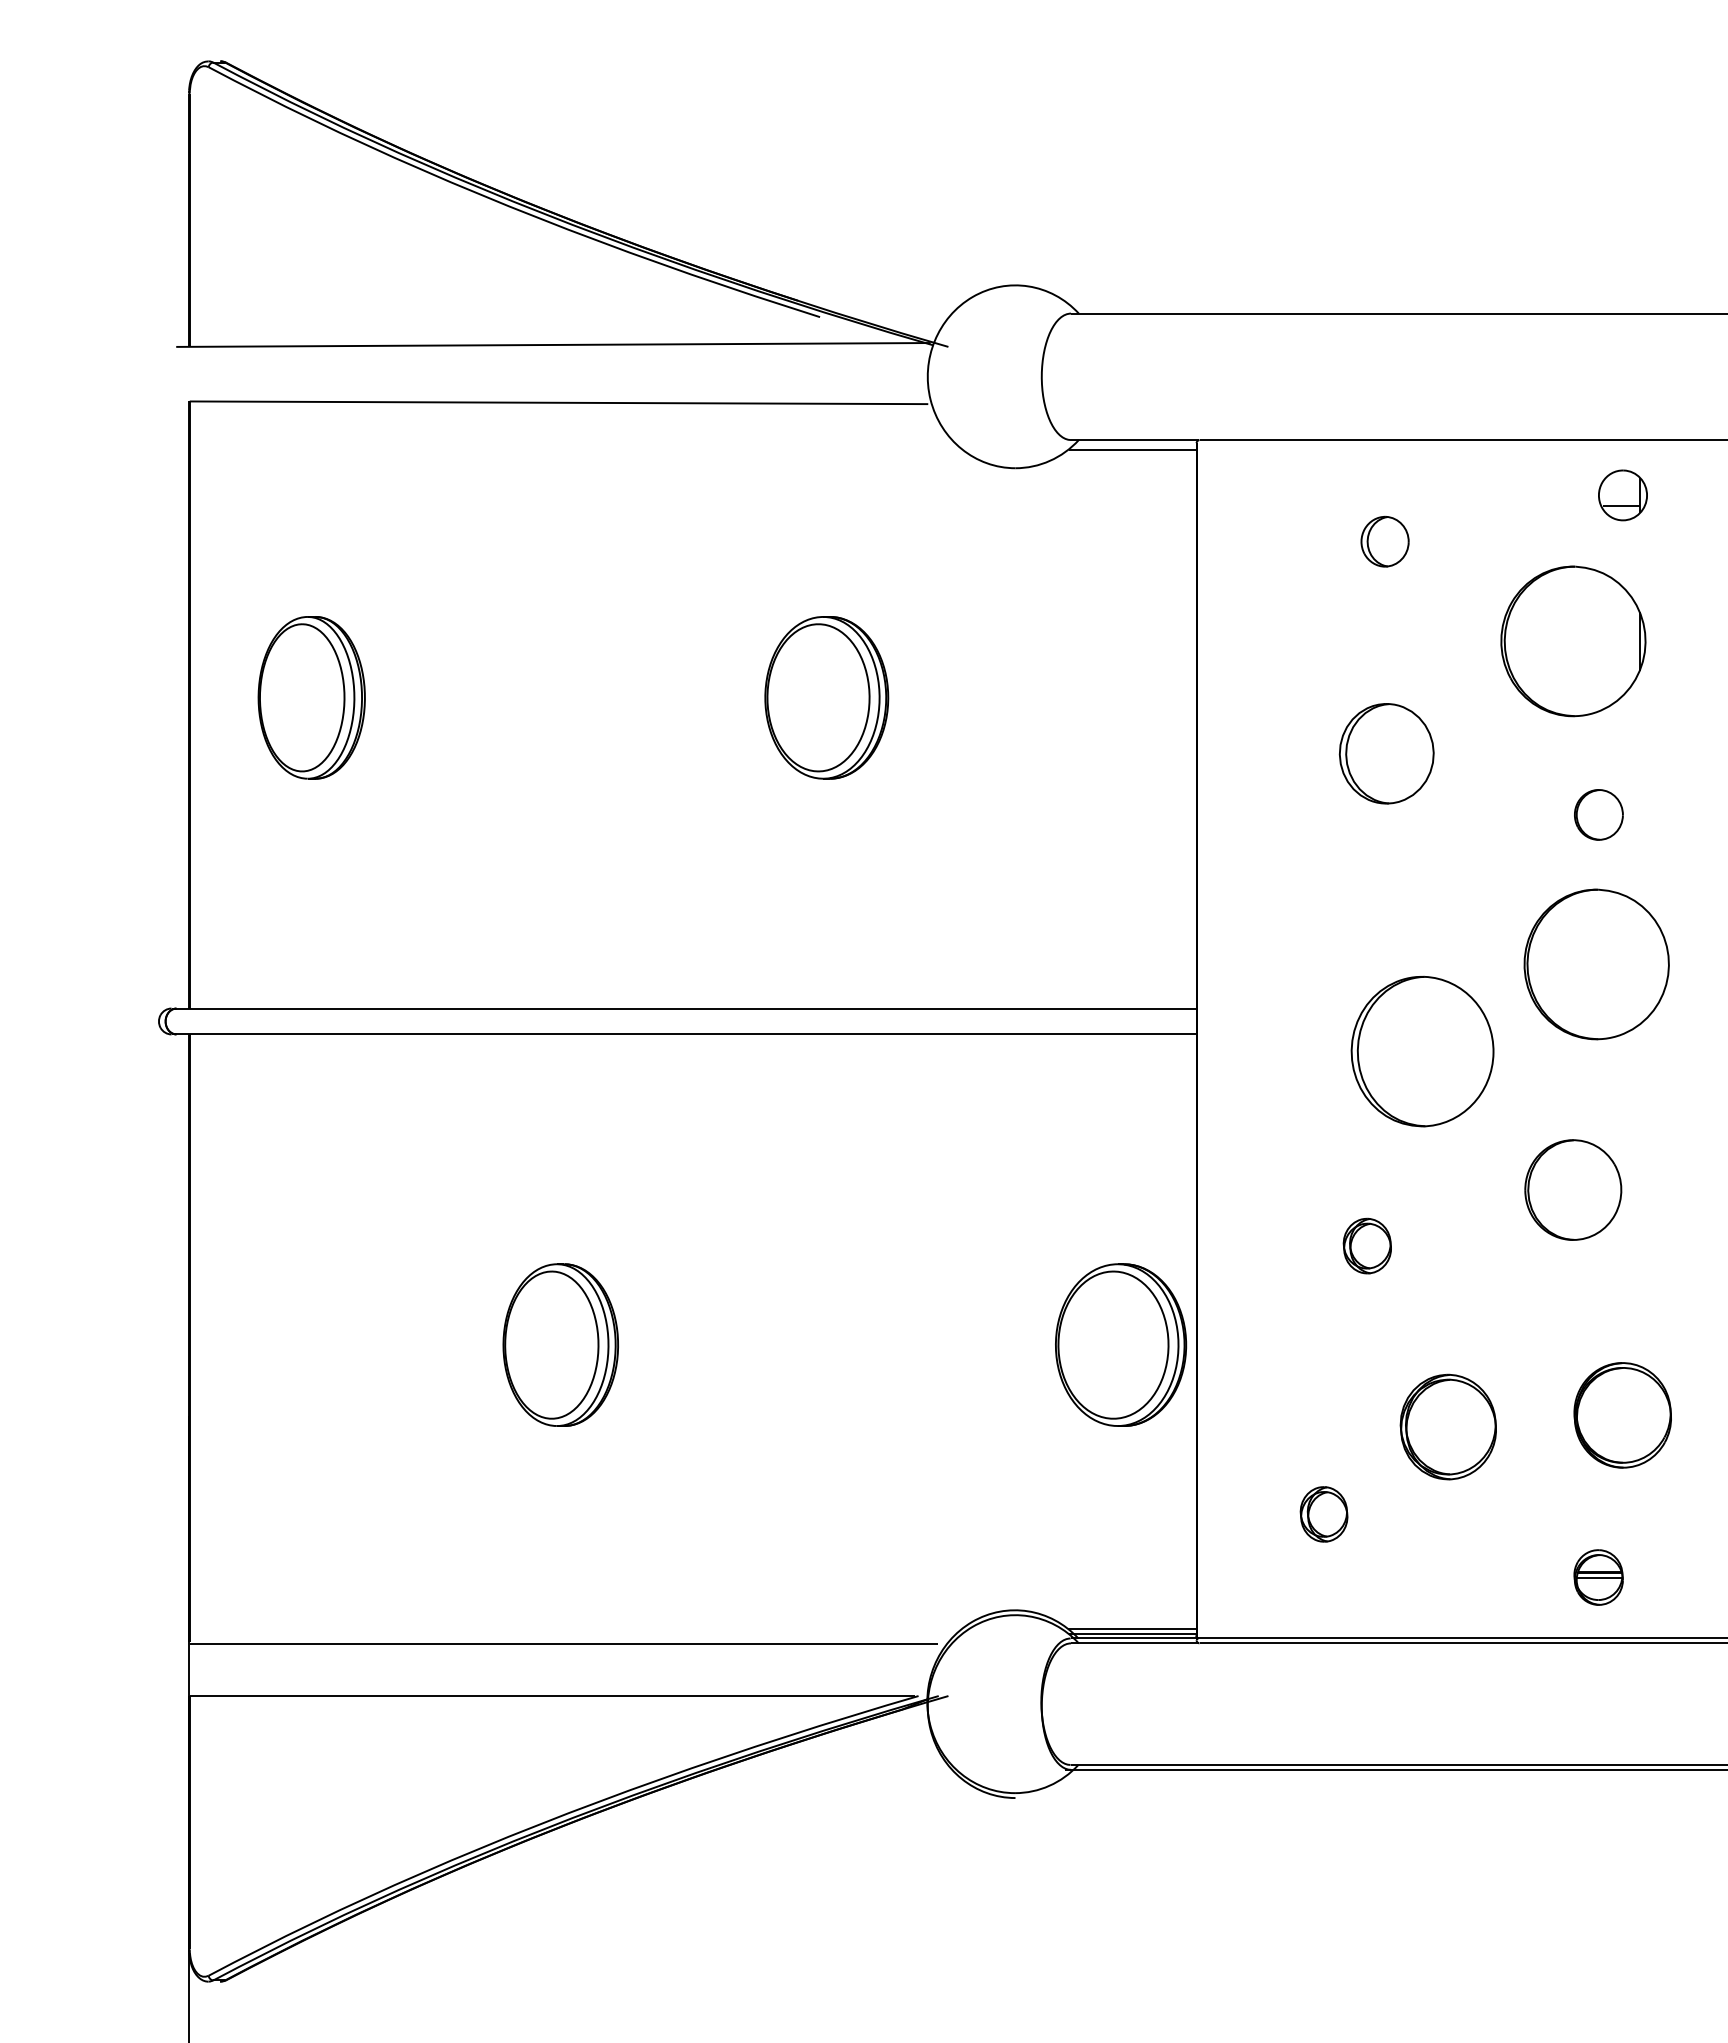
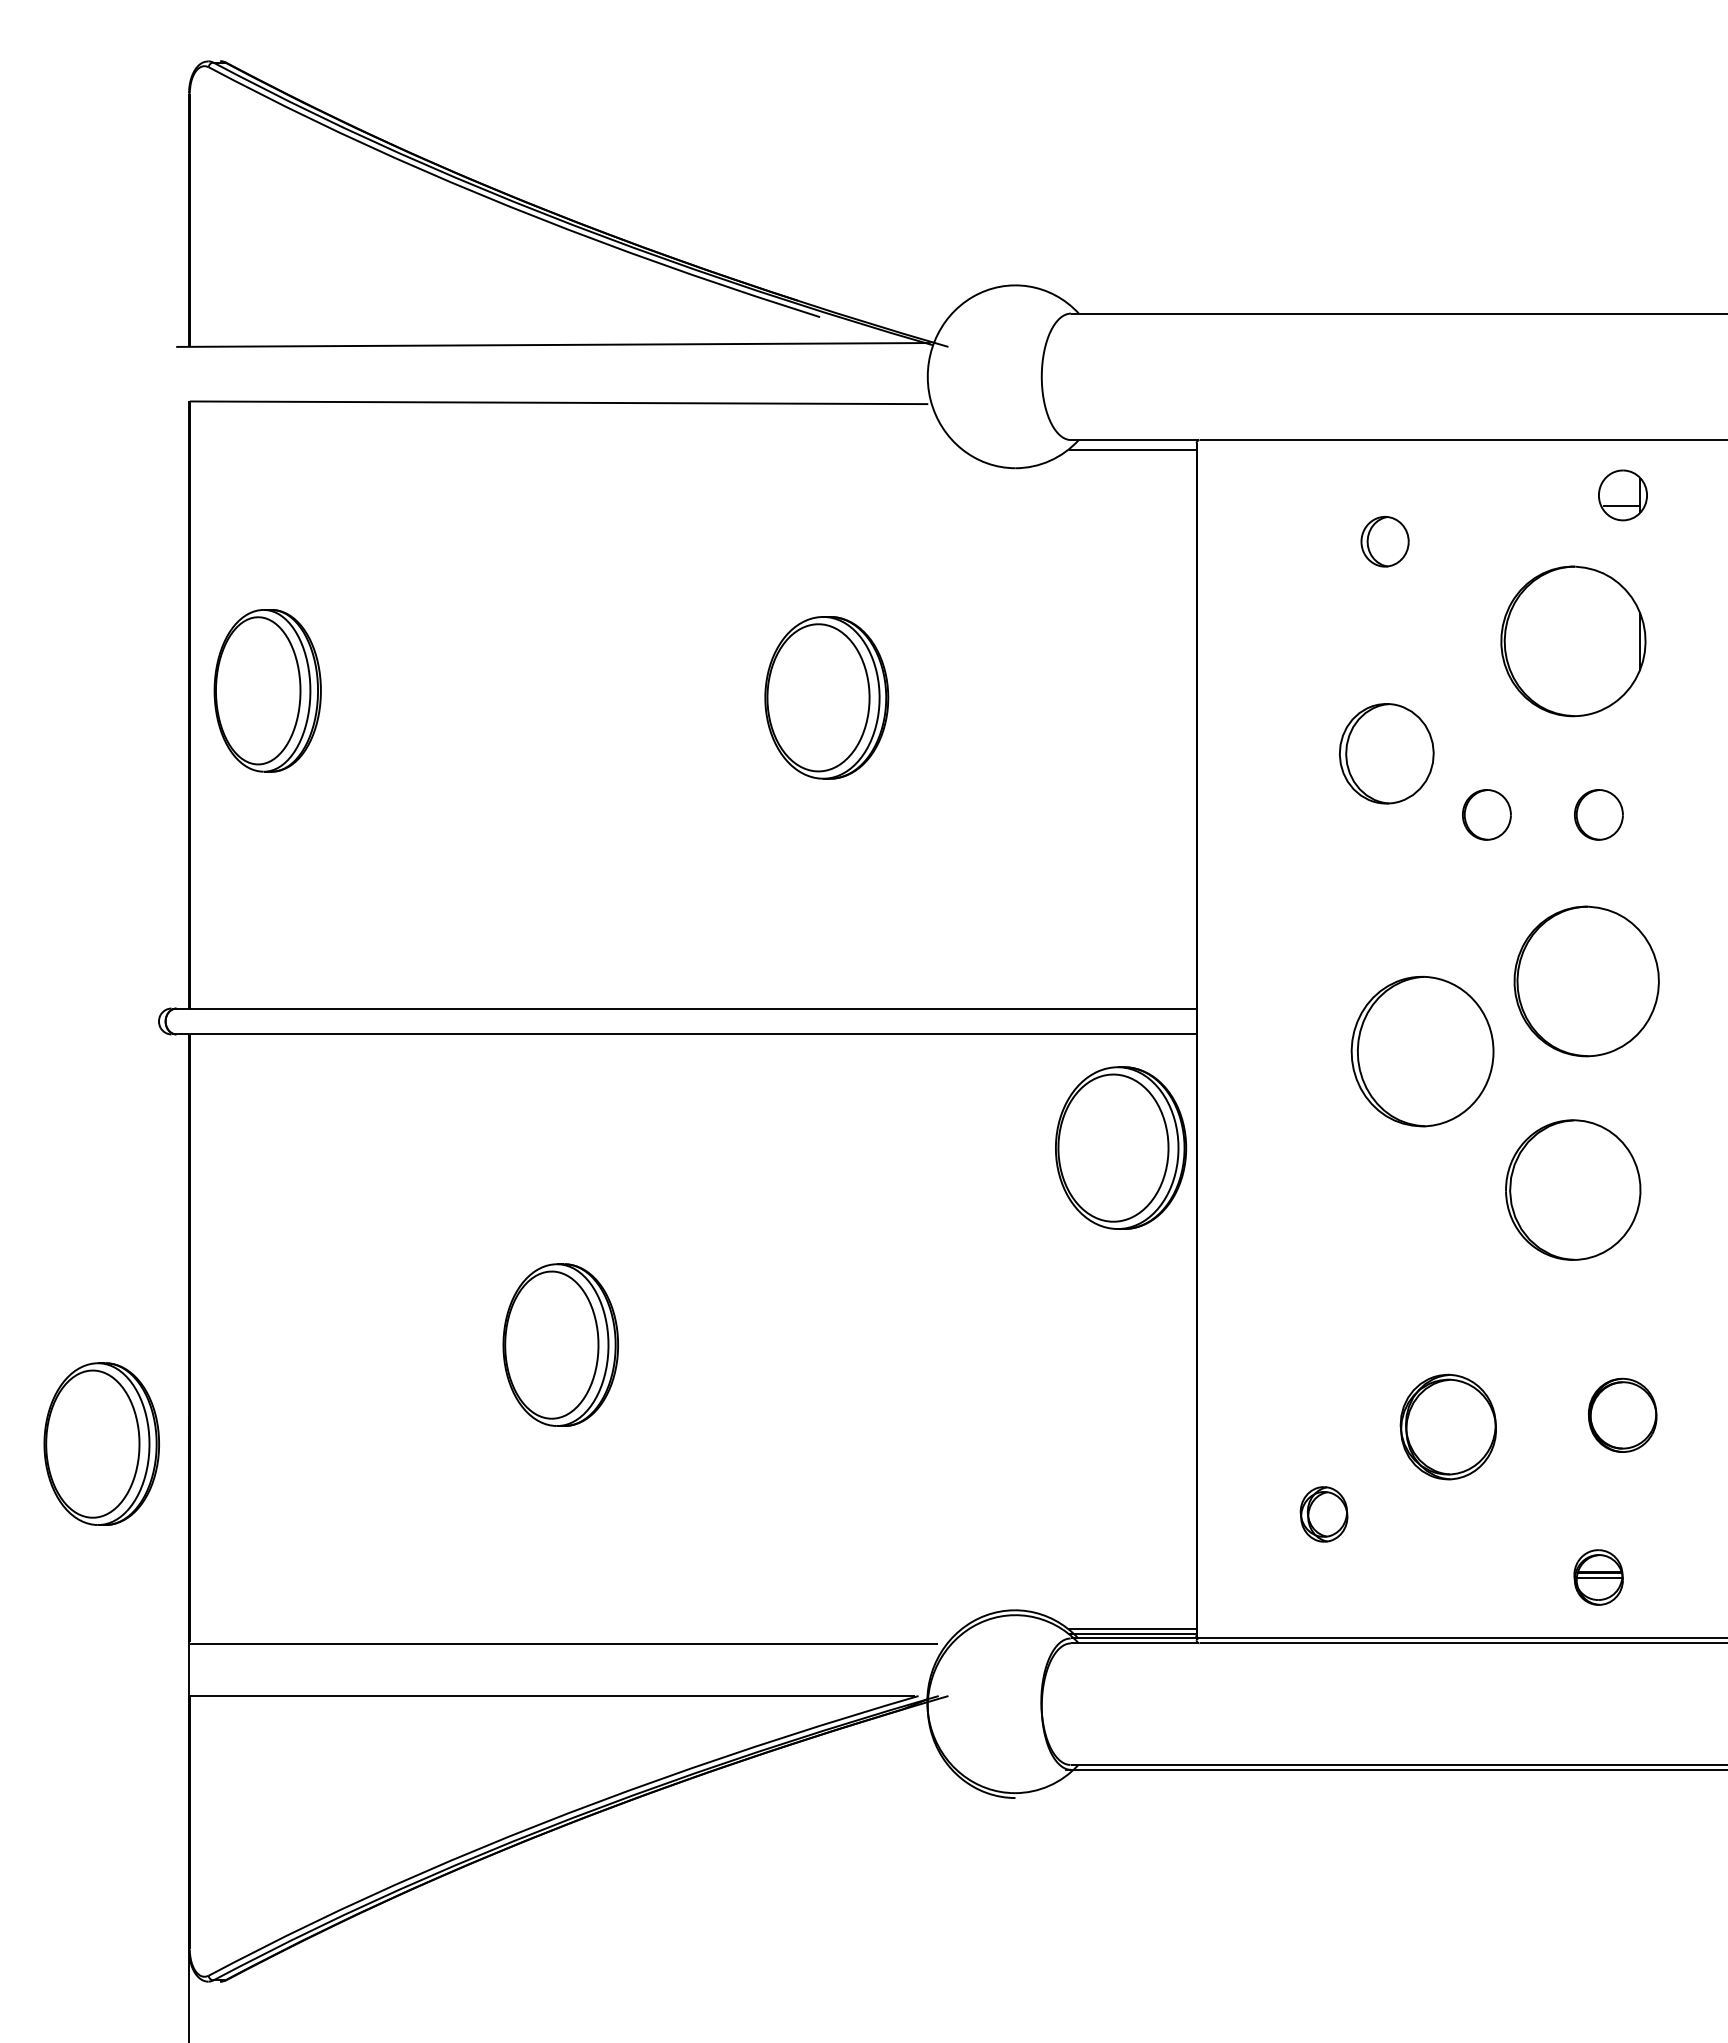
part at (311, 697) position: (311, 697) -> (267, 690)
part at (1486, 814): none -> present
part at (1596, 964) position: (1596, 964) -> (1586, 981)
part at (1573, 1189) size: 99x102 px -> 137x142 px
part at (1366, 1245): present -> none
part at (1121, 1344) position: (1121, 1344) -> (1121, 1147)
part at (1622, 1415) size: 99x107 px -> 70x76 px
part at (101, 1443): none -> present
